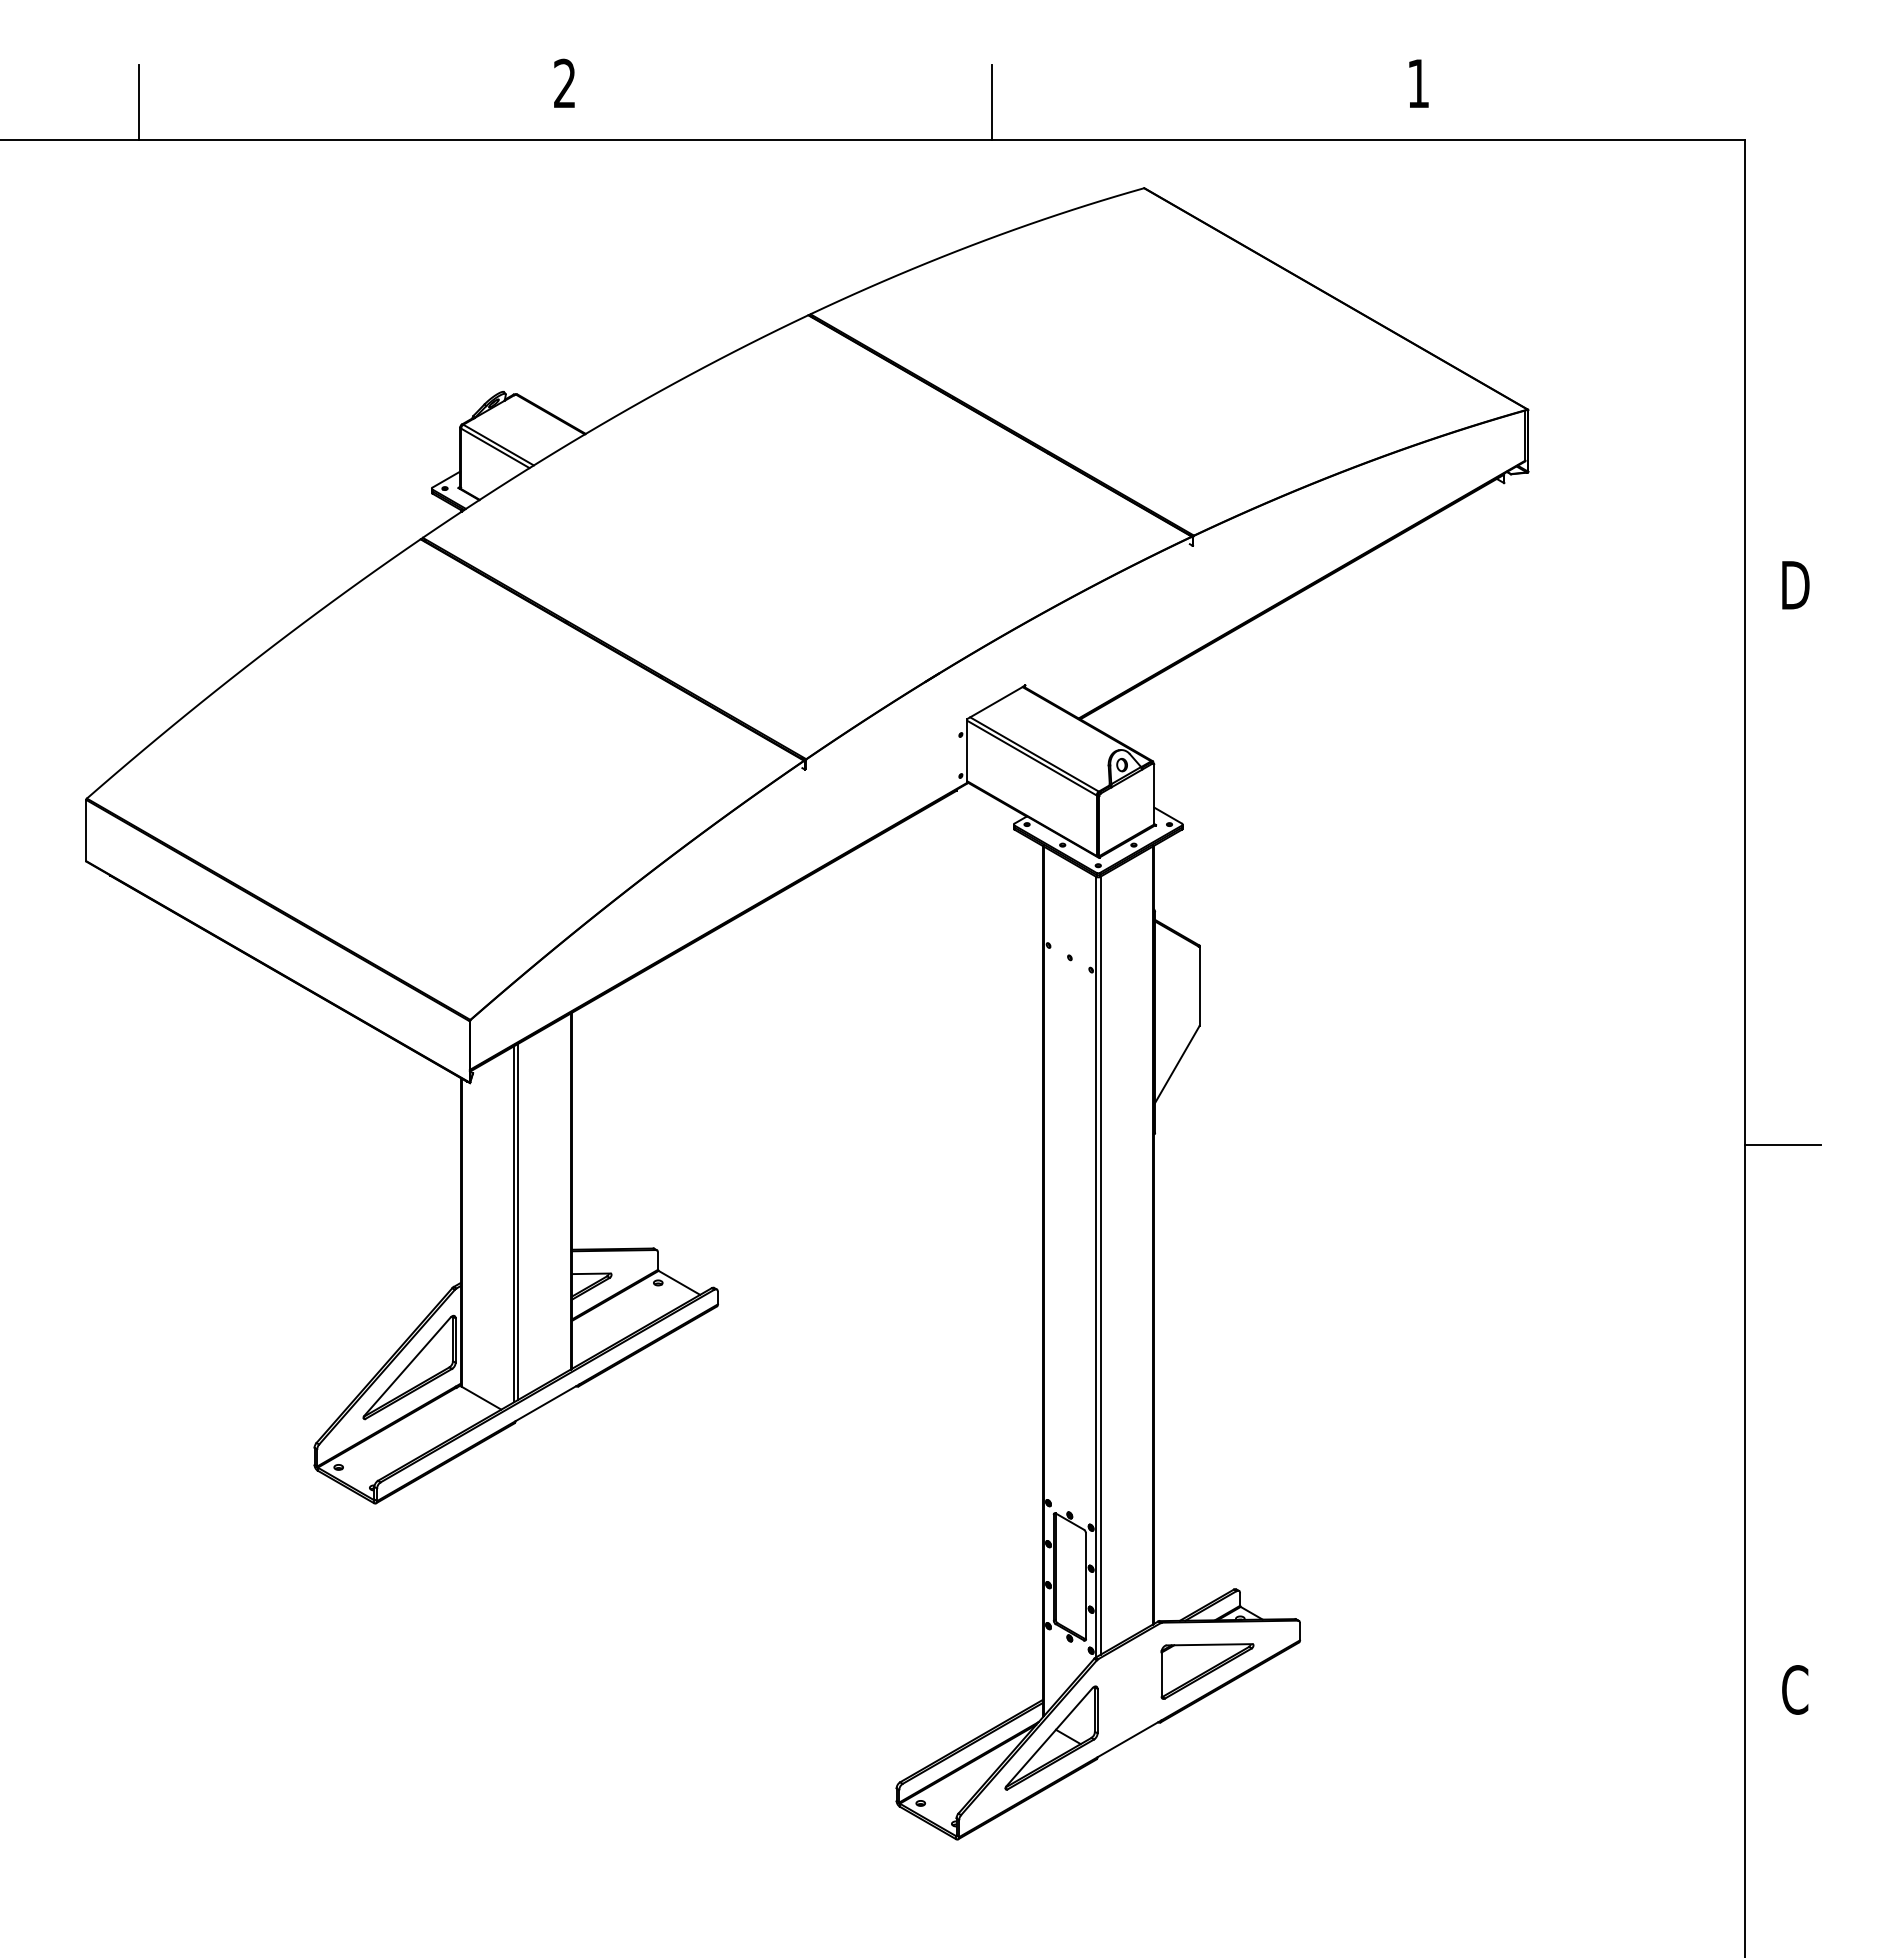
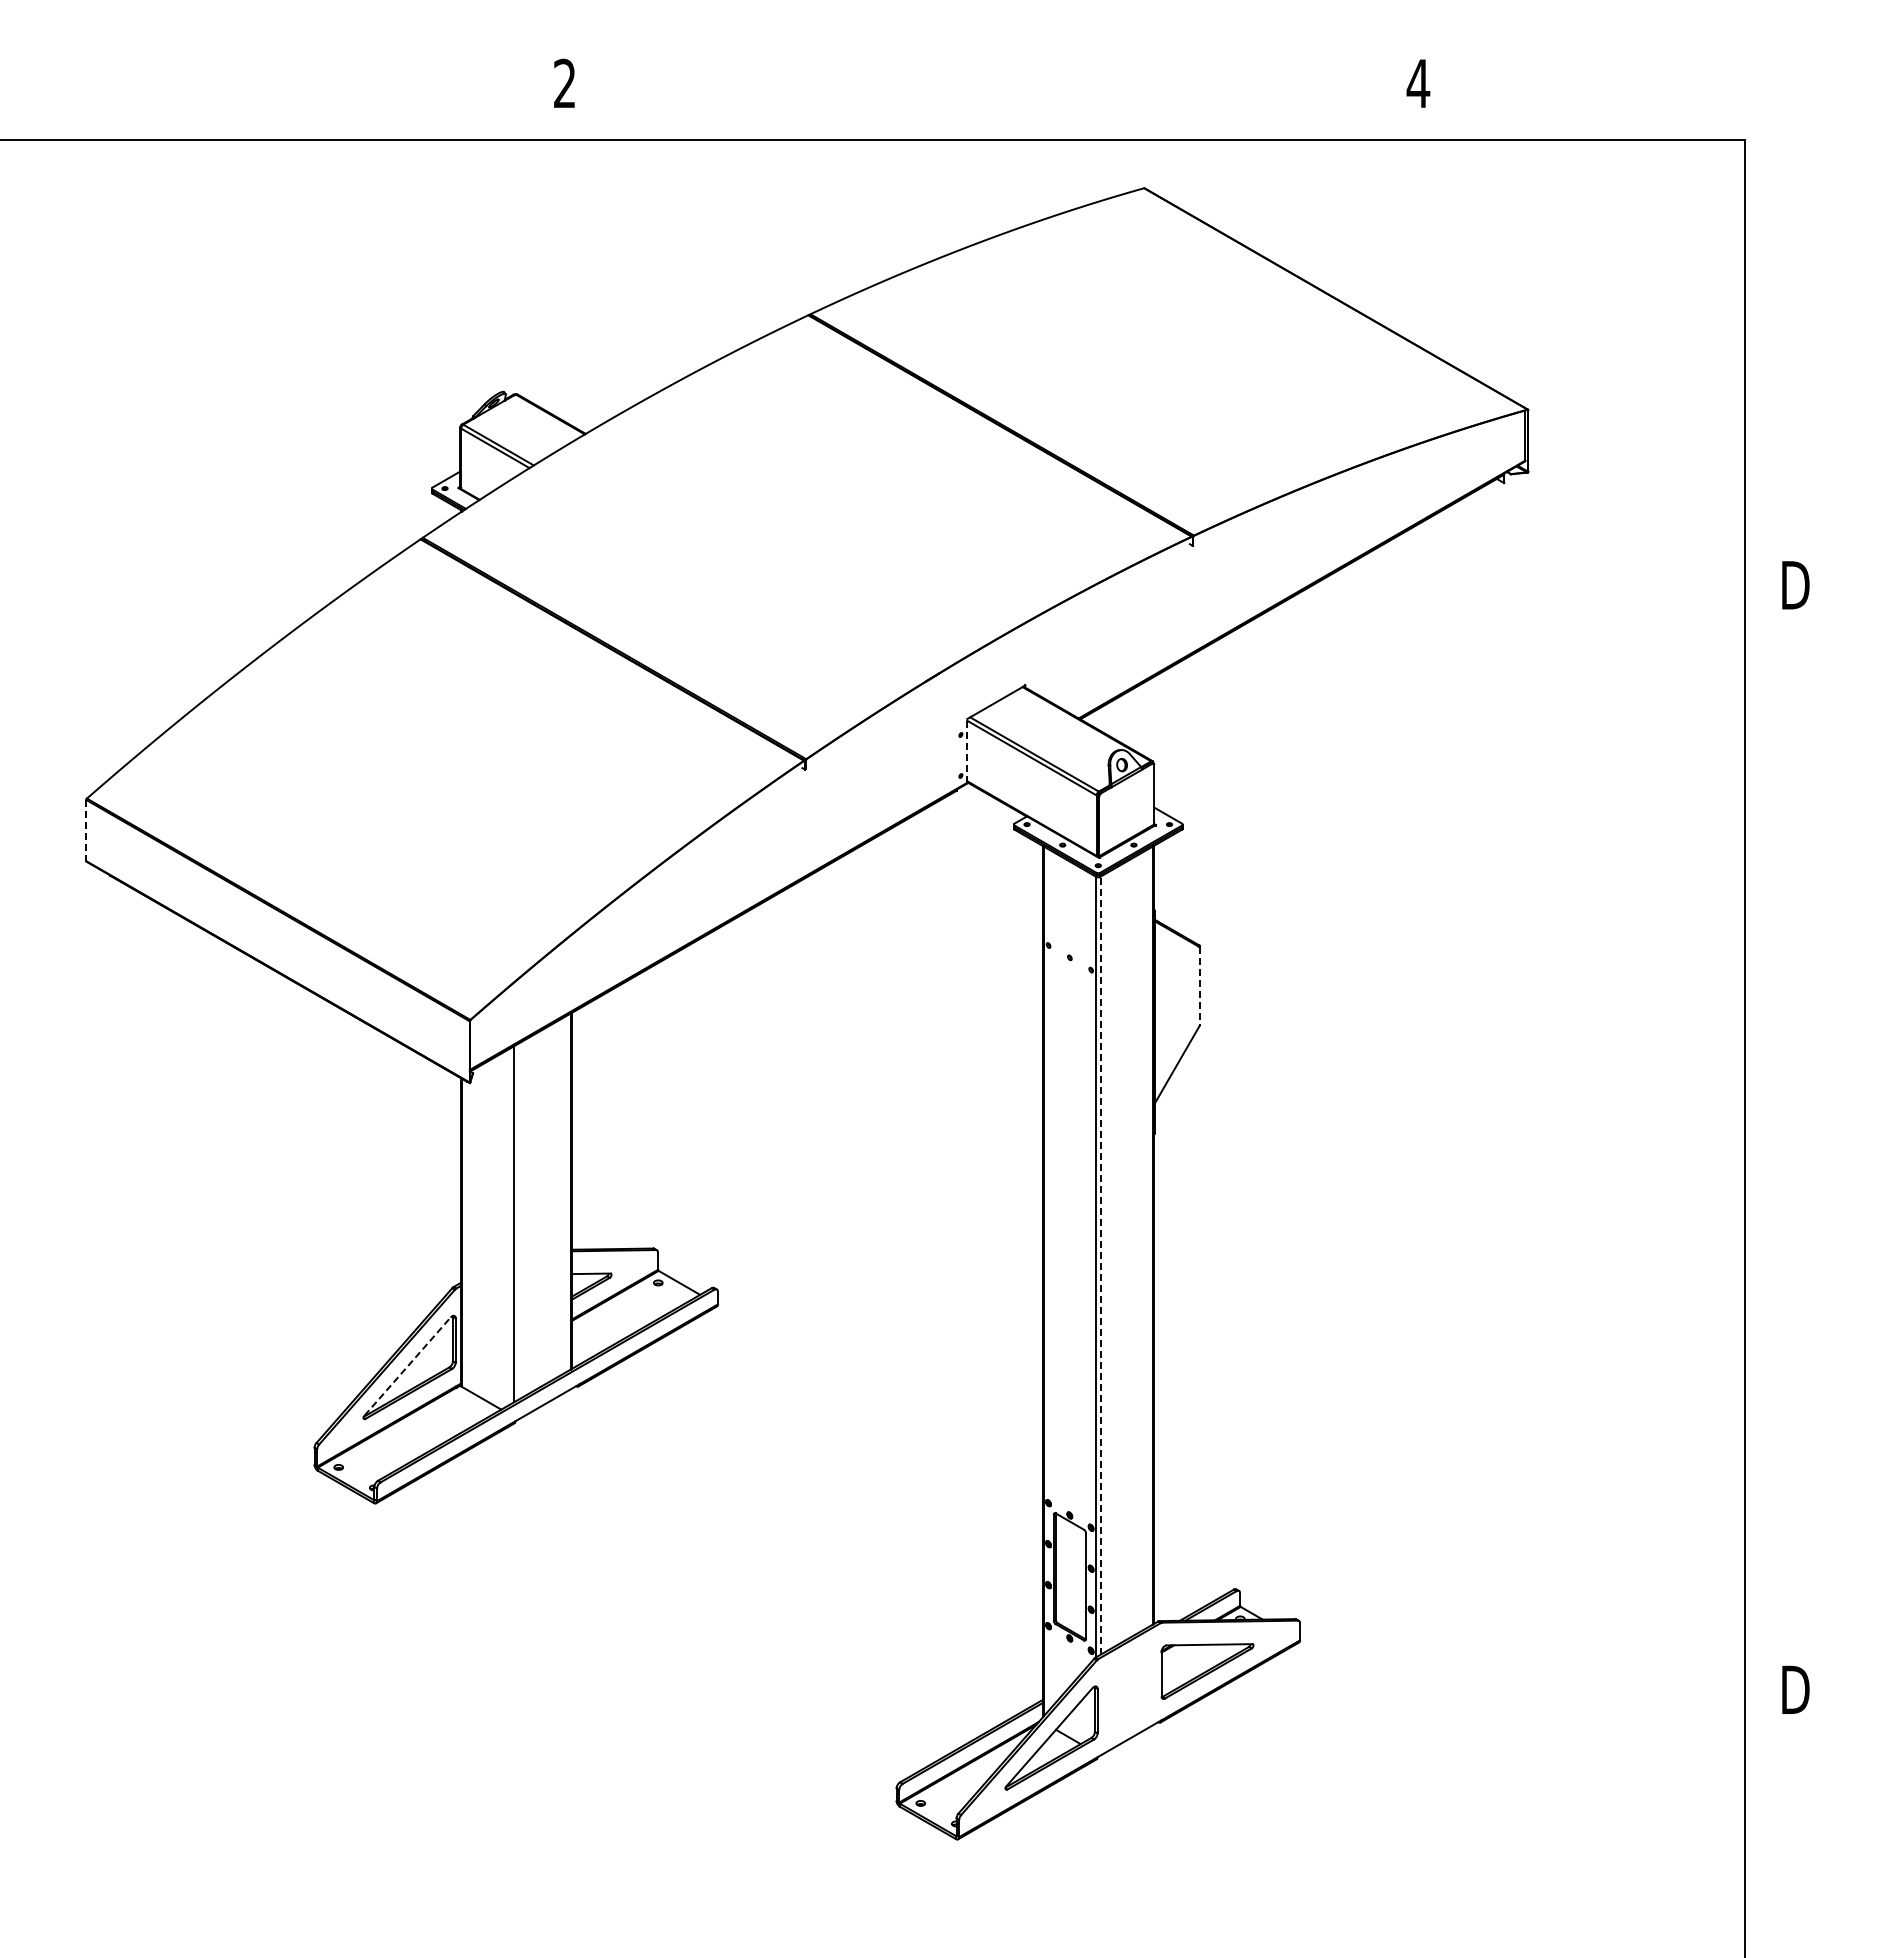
text at (1418, 83): 1 -> 4
line at (138, 102): present -> none
line at (992, 102): present -> none
line at (967, 750): solid -> dashed
line at (86, 830): solid -> dashed
line at (1199, 987): solid -> dashed
line at (1782, 1144): present -> none
line at (518, 1221): present -> none
line at (1100, 1265): solid -> dashed
line at (407, 1366): solid -> dashed
text at (1795, 1689): C -> D
